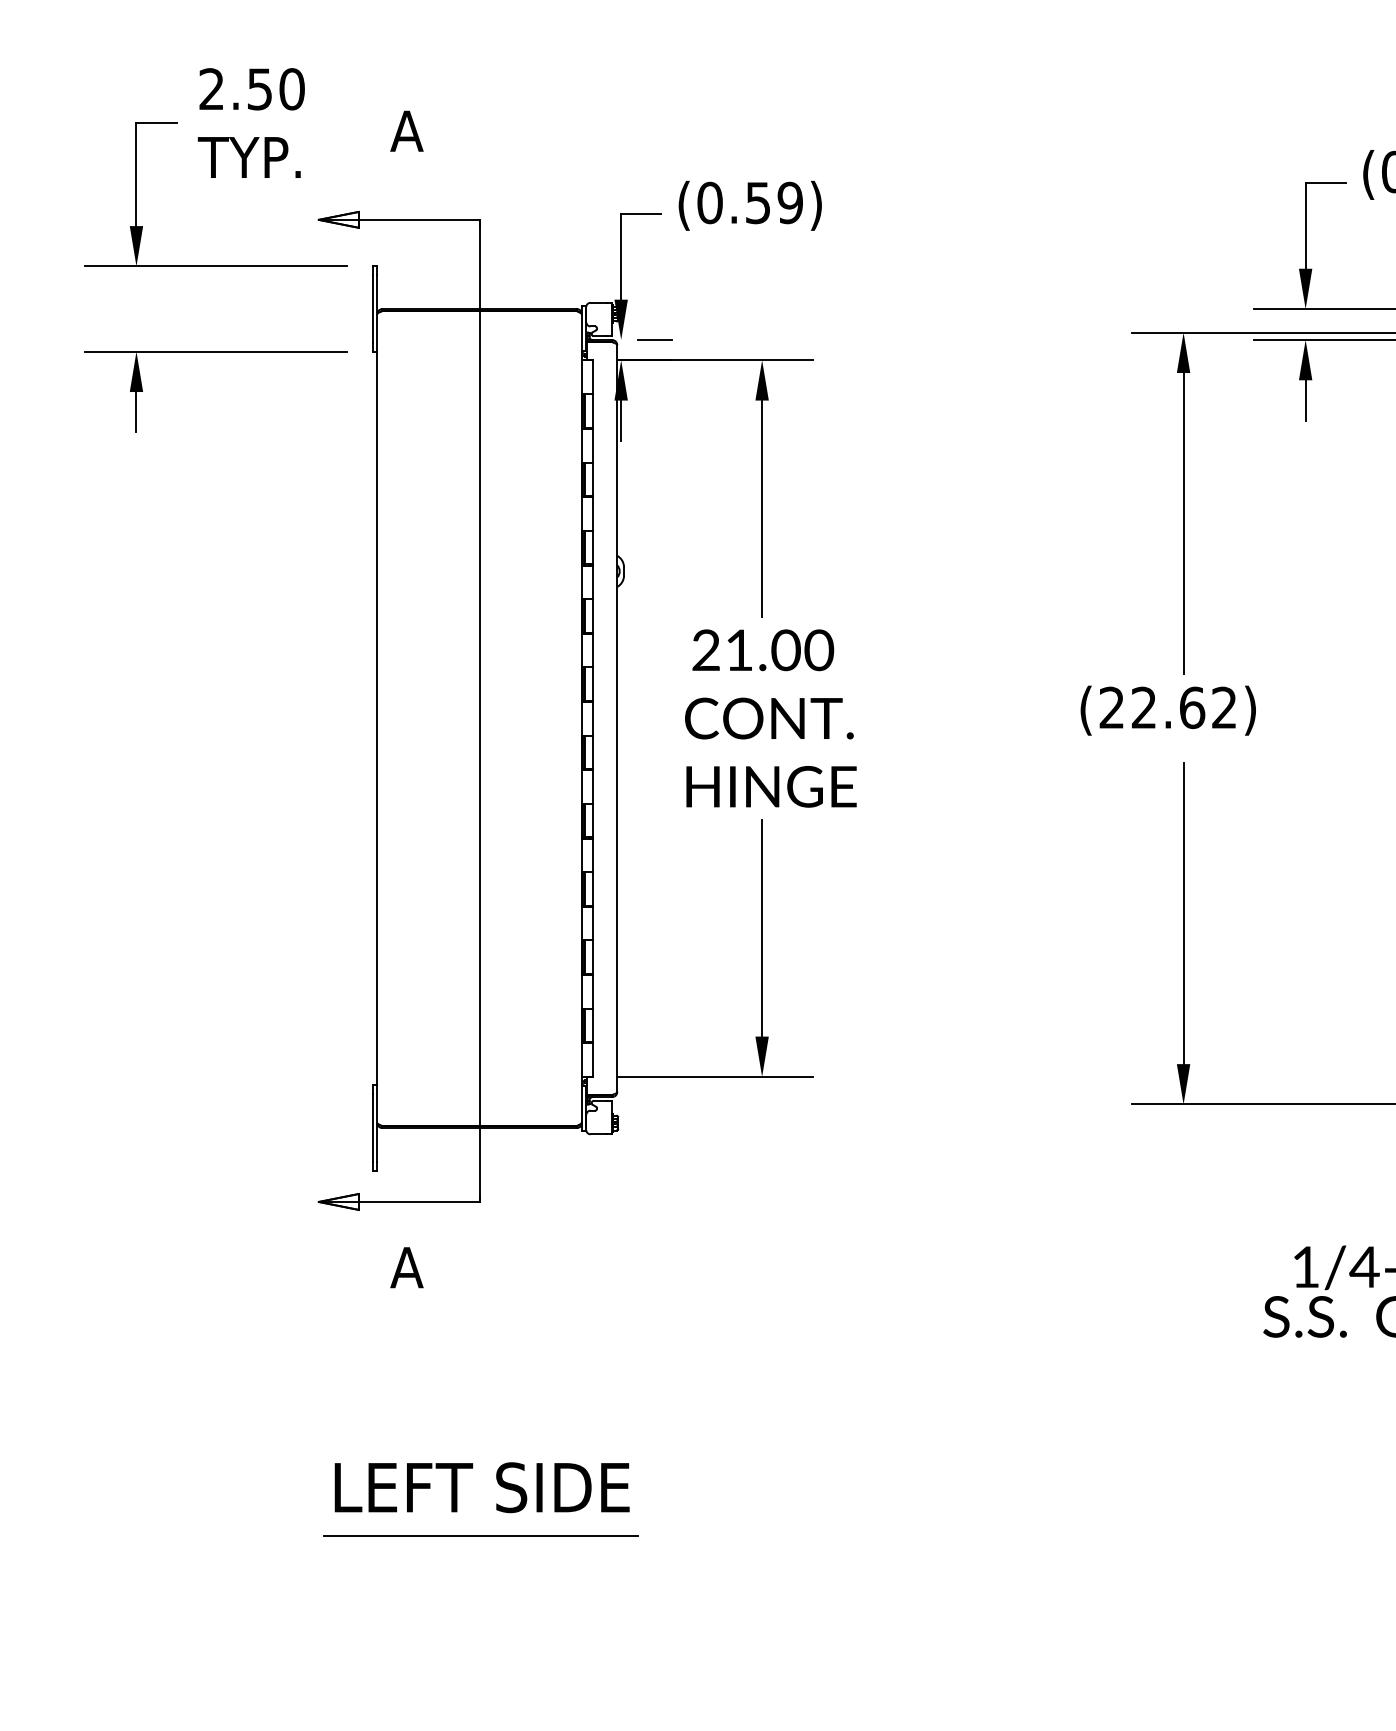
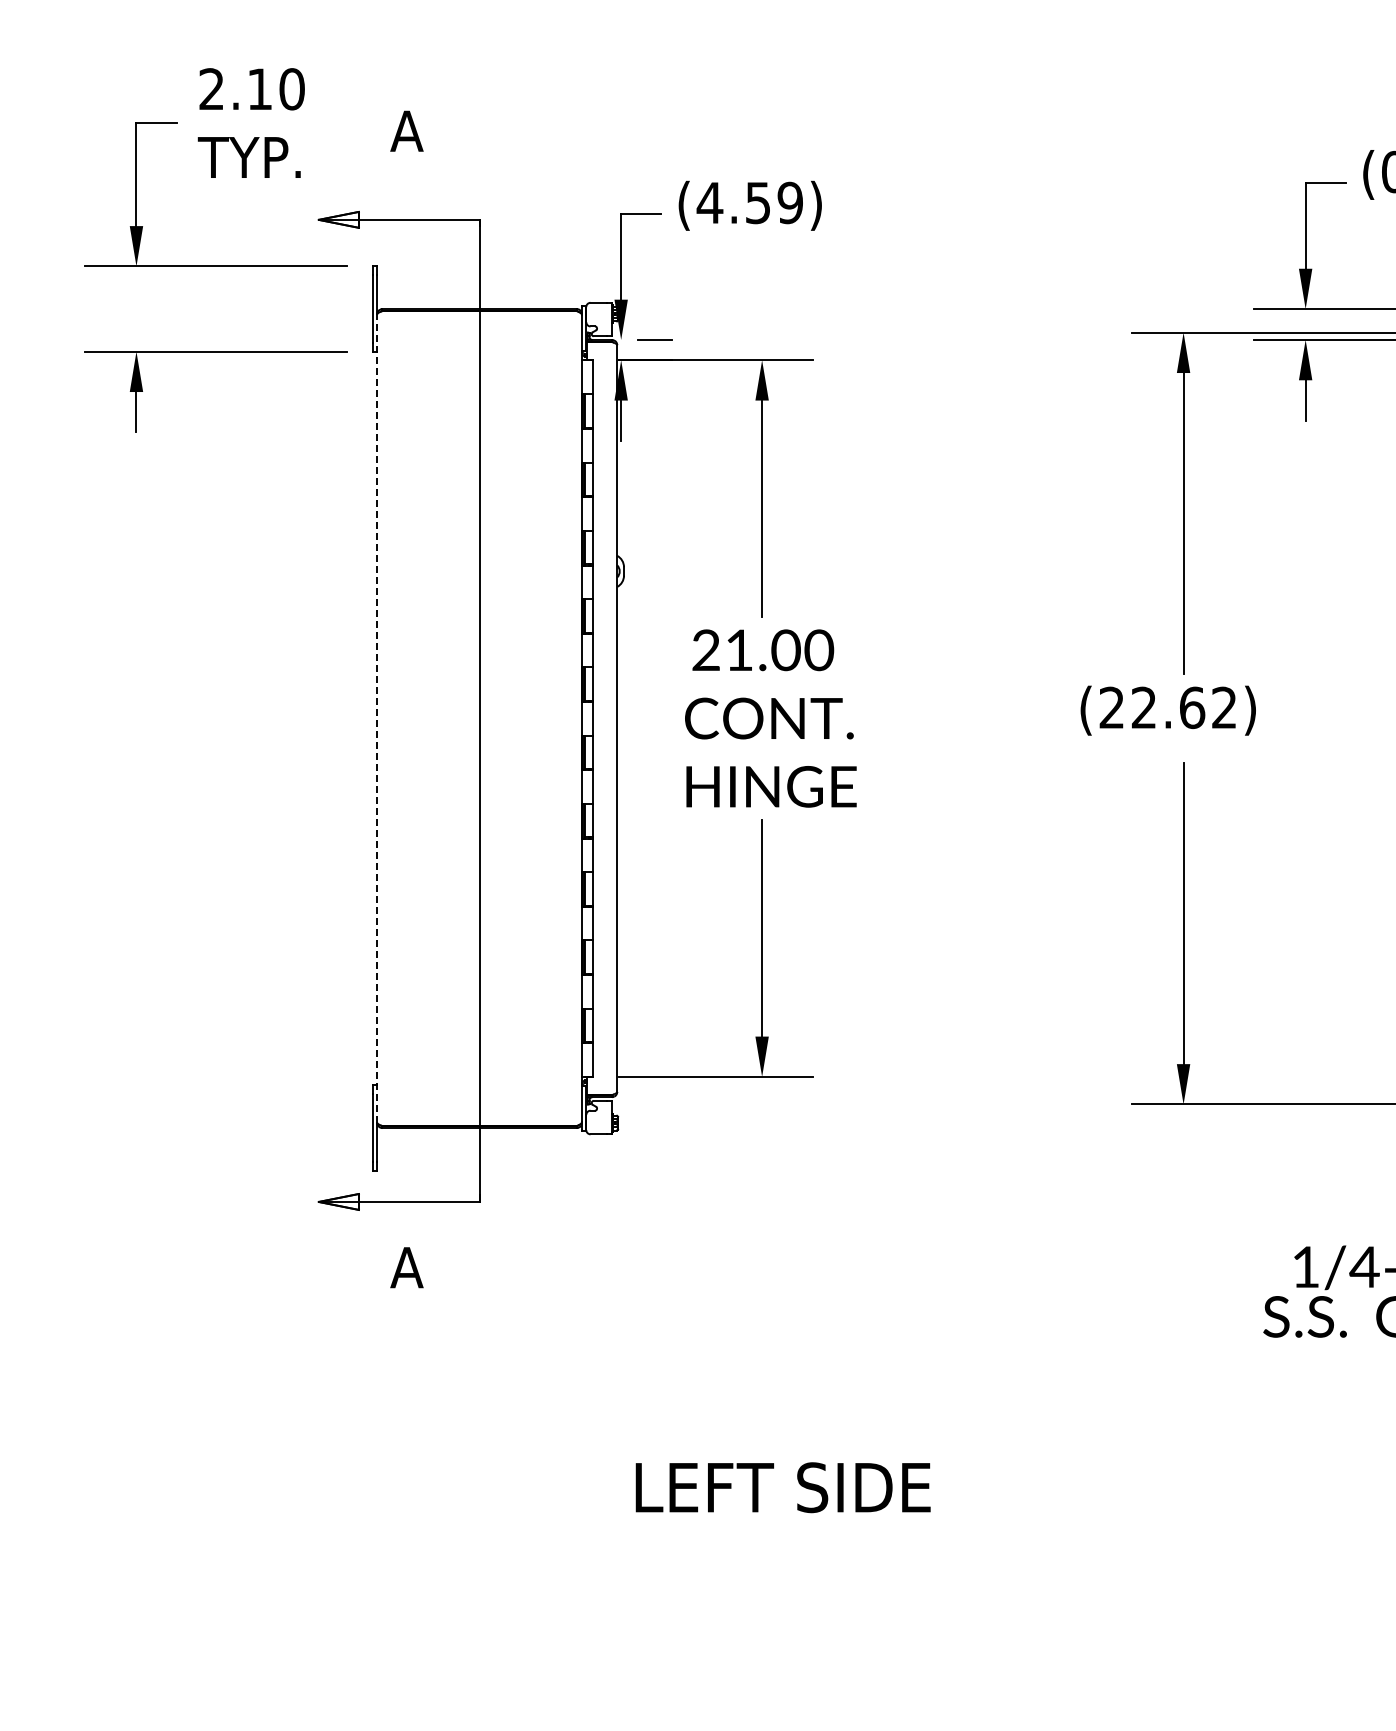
text at (259, 89): 2.50 -> 2.10
text at (709, 202): (0.59) -> (4.59)
line at (377, 718): solid -> dashed
text at (481, 1487) position: (481, 1487) -> (782, 1487)
line at (480, 1536): present -> none
